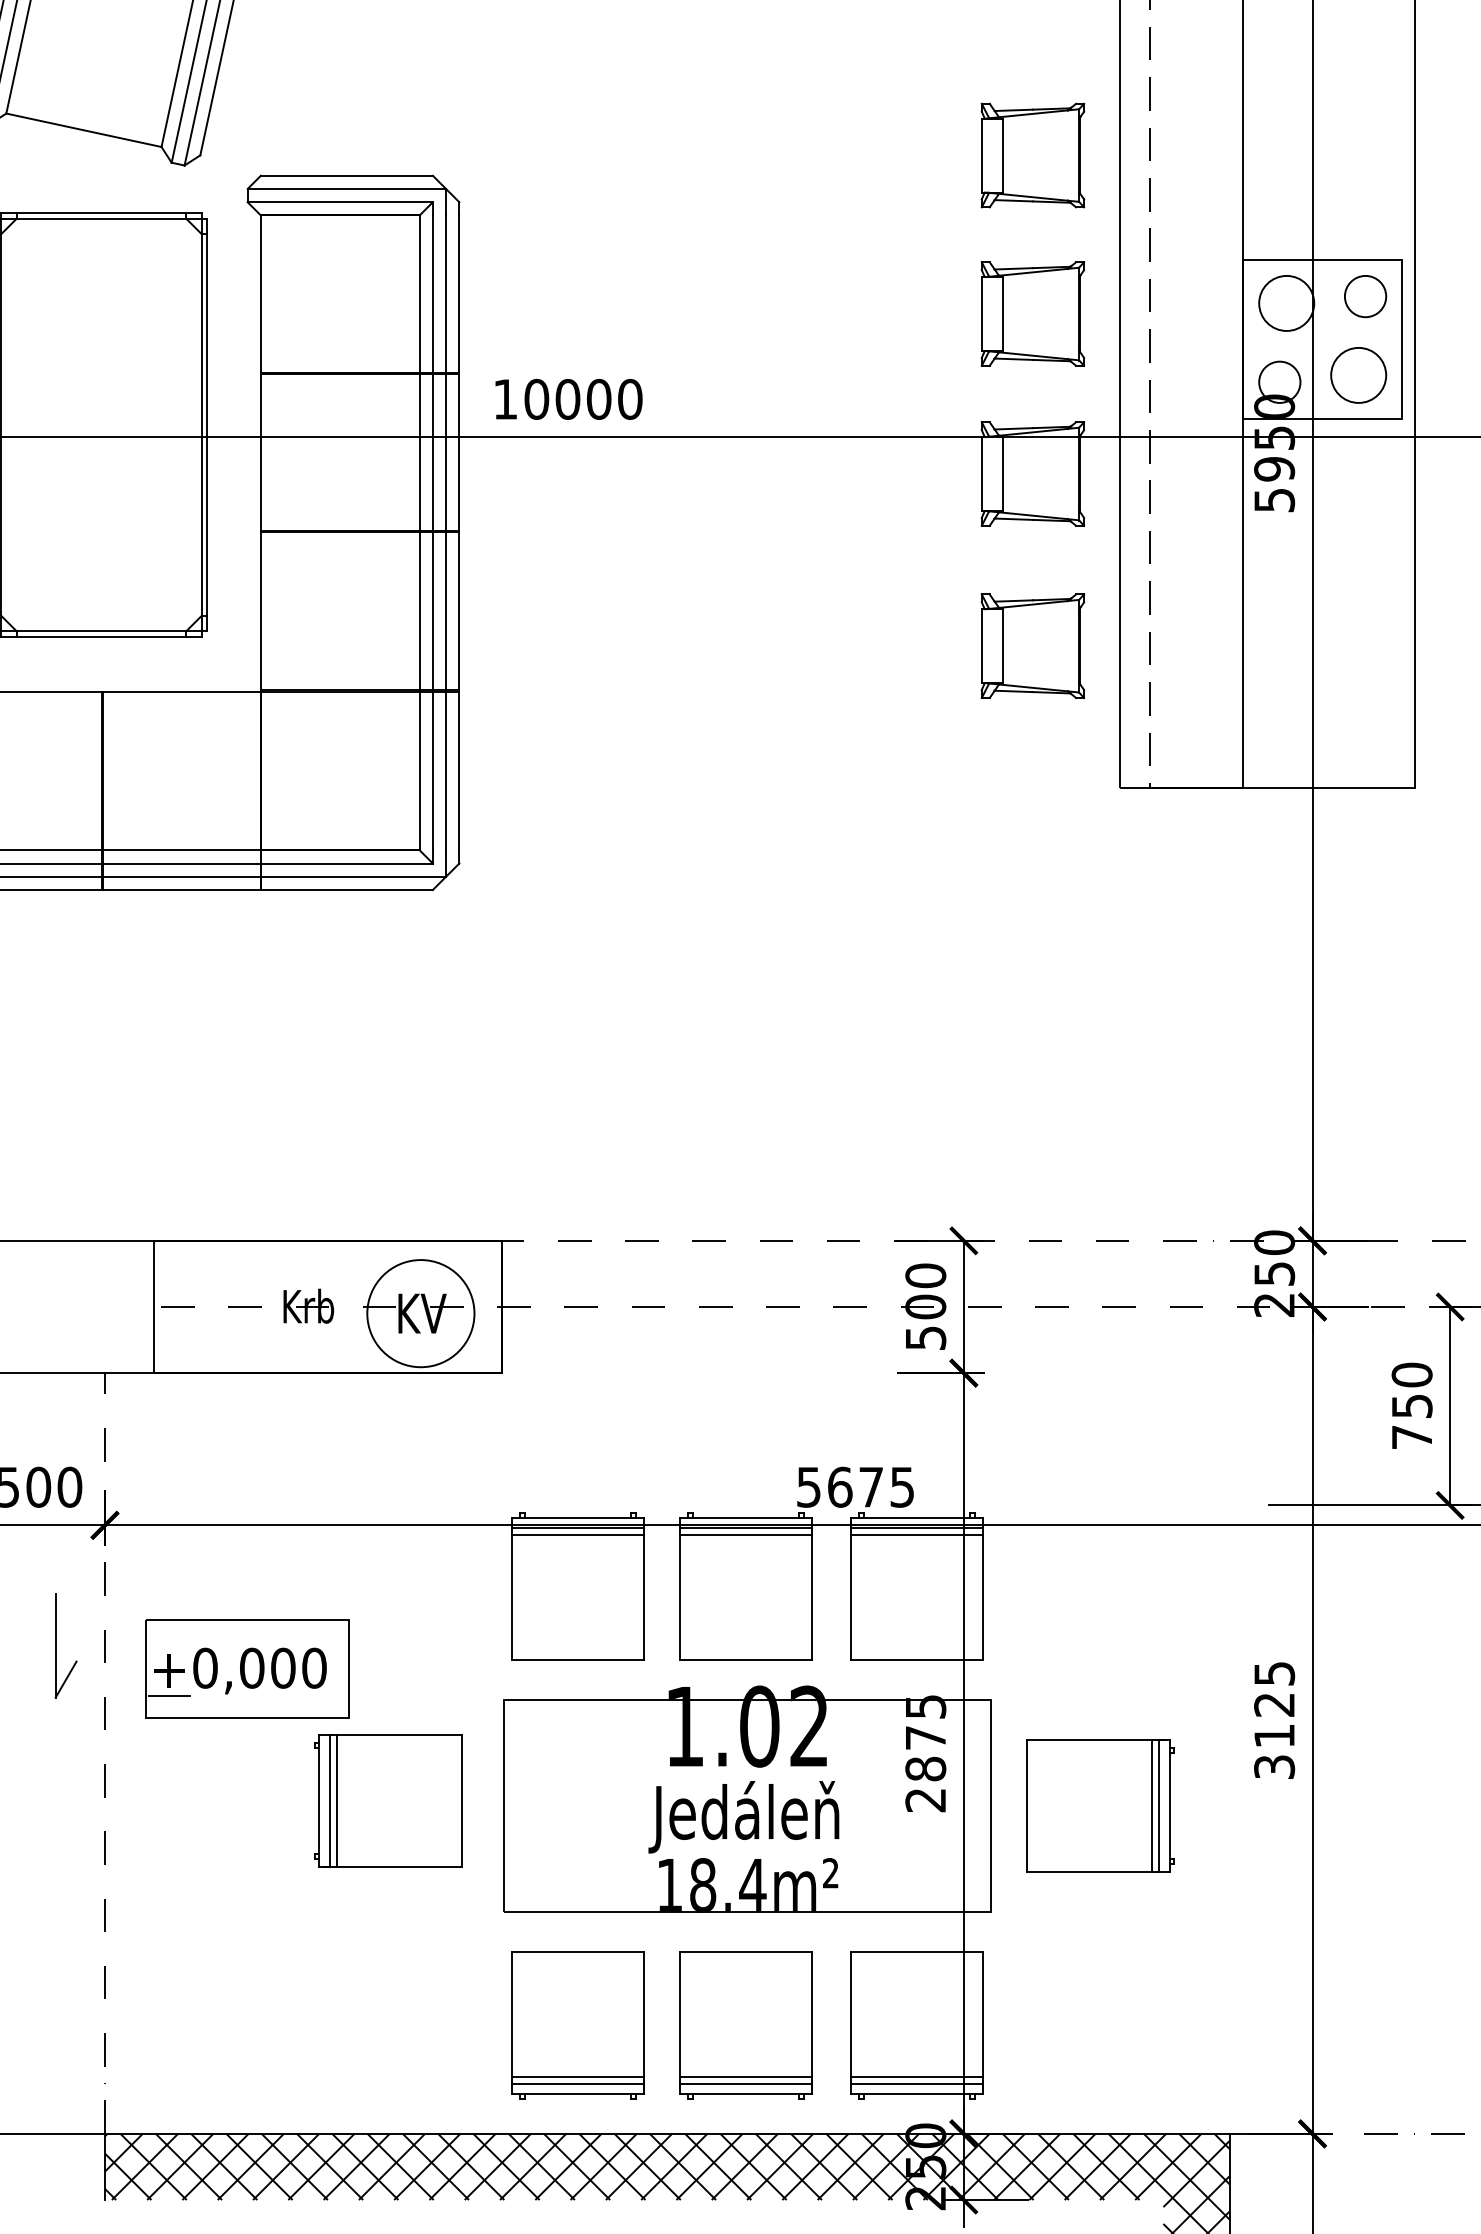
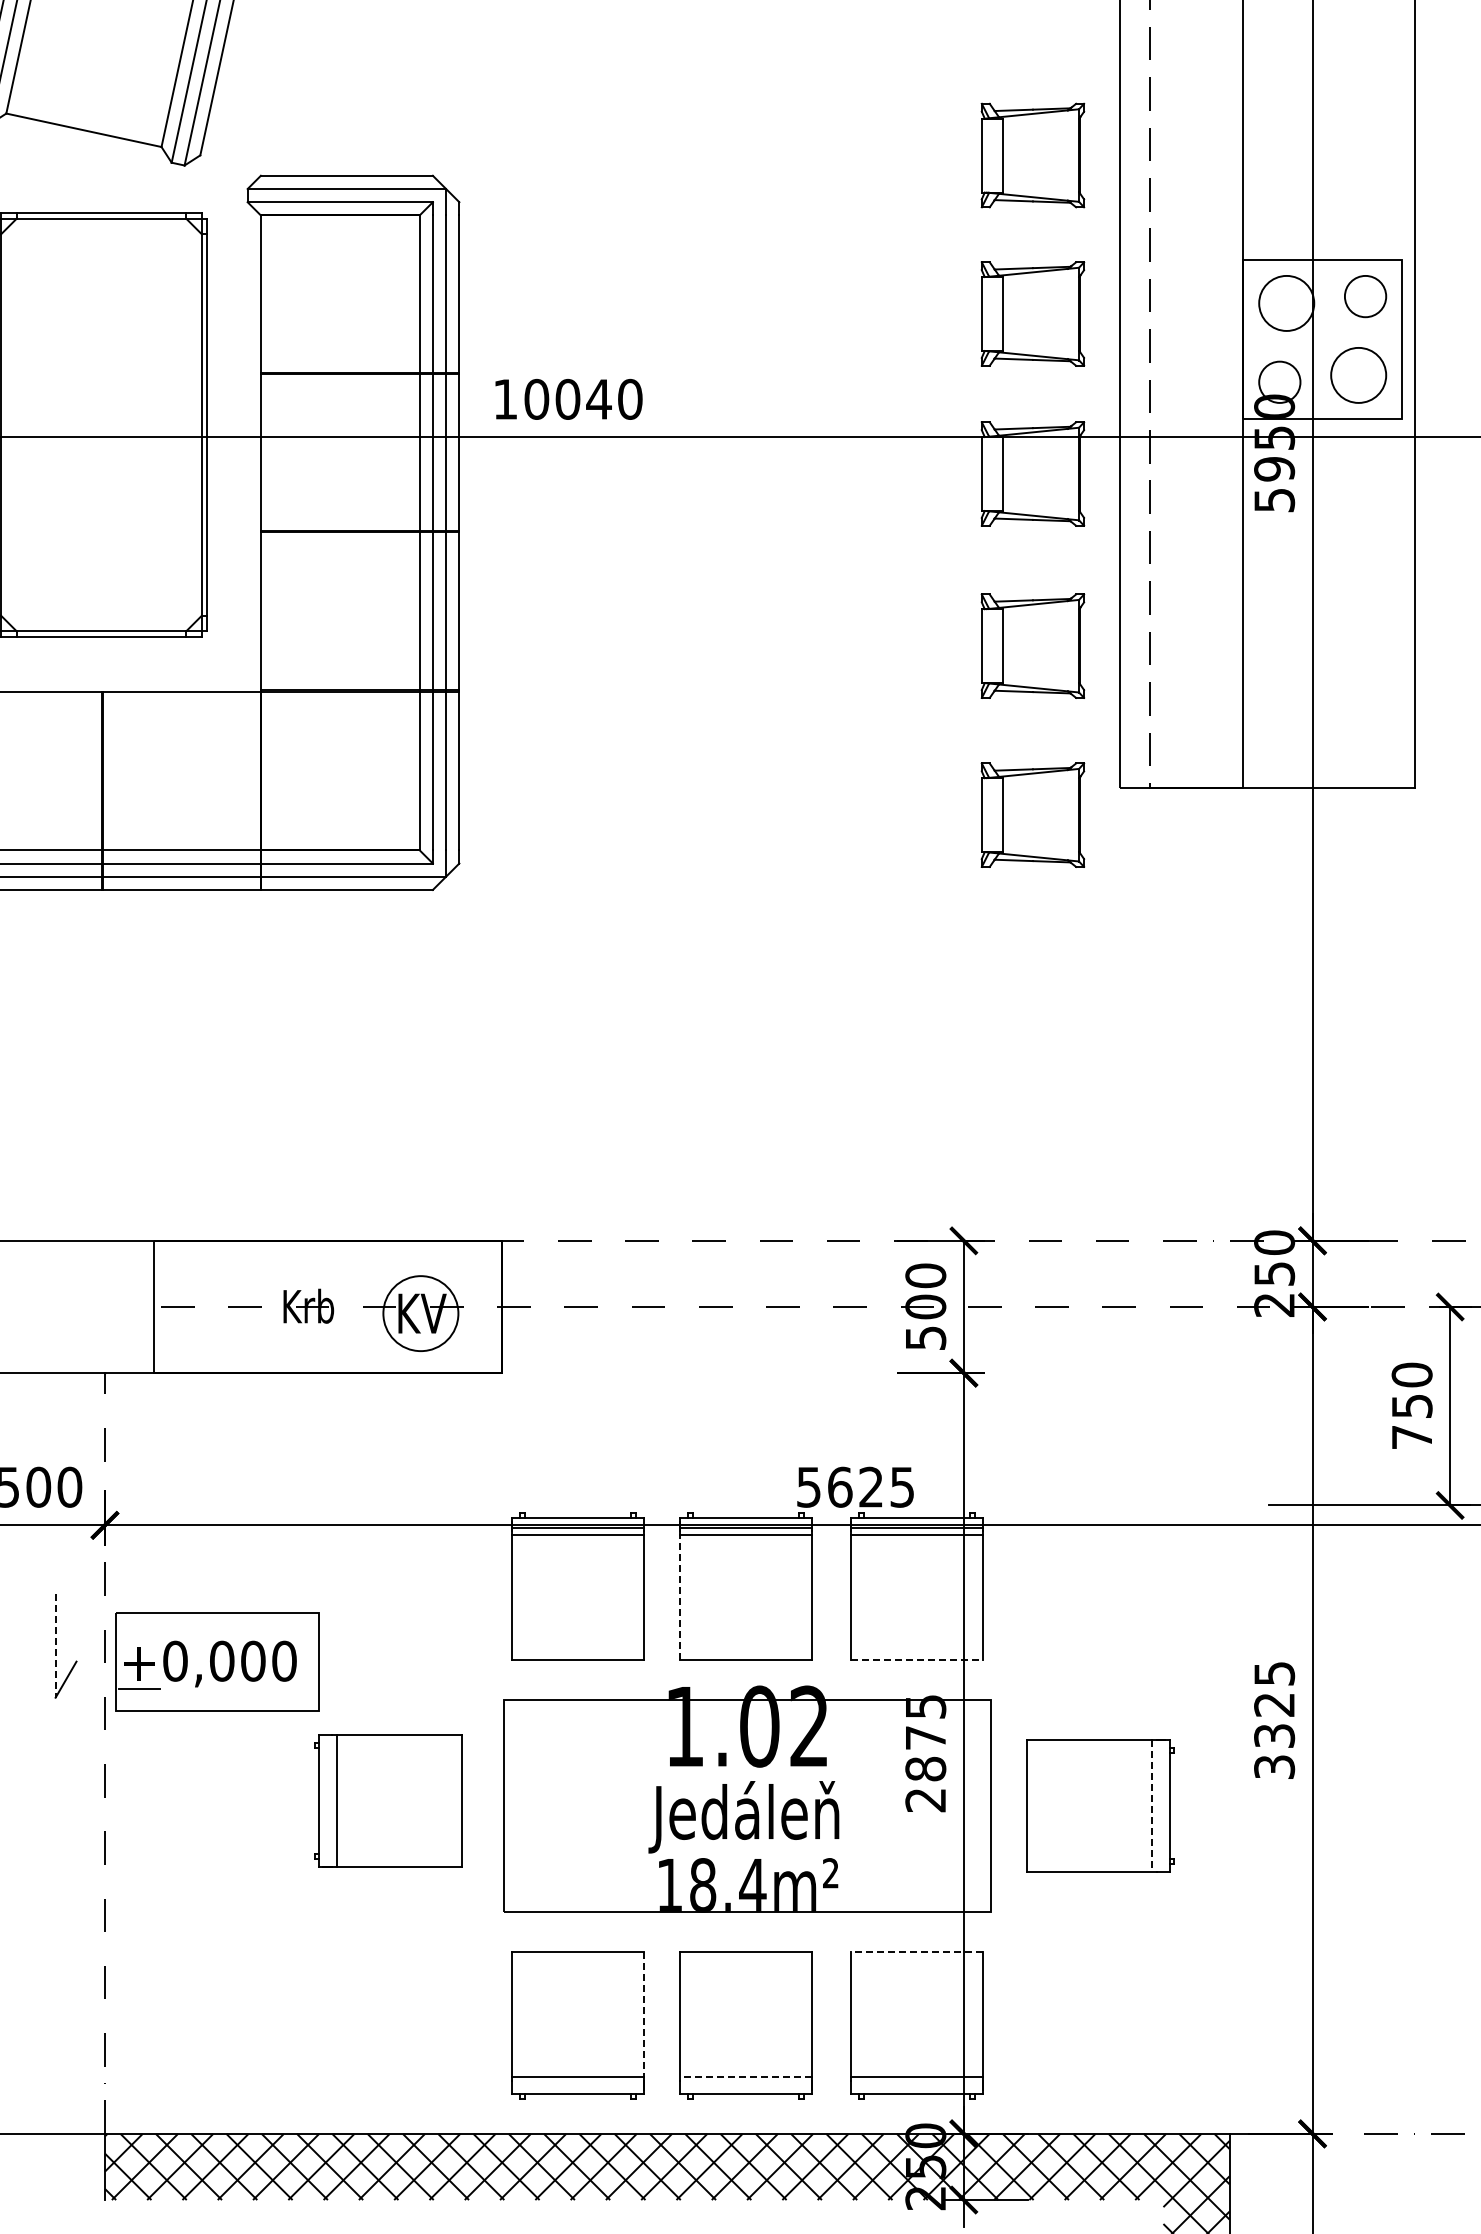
text at (598, 398): 10000 -> 10040
part at (1032, 814): none -> present
circle at (420, 1313) diameter: 107 px -> 75 px
text at (870, 1486): 5675 -> 5625
line at (679, 1597): solid -> dashed
line at (55, 1645): solid -> dashed
line at (917, 1660): solid -> dashed
part at (247, 1668) position: (247, 1668) -> (217, 1661)
text at (1274, 1735): 3125 -> 3325
line at (329, 1800): present -> none
line at (1159, 1805): present -> none
line at (1152, 1806): solid -> dashed
line at (916, 1951): solid -> dashed
line at (644, 2014): solid -> dashed
line at (745, 2076): solid -> dashed
line at (577, 2083): present -> none
line at (745, 2083): present -> none
line at (916, 2083): present -> none
